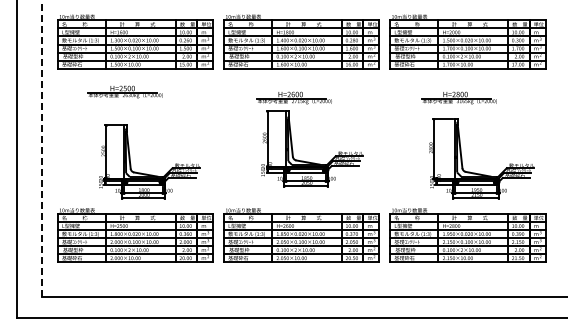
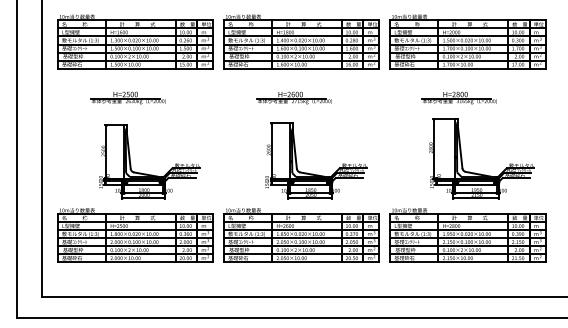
part at (124, 91) position: (124, 91) -> (127, 97)
line at (41, 148): dashed -> solid
part at (309, 161) position: (309, 161) -> (313, 173)
